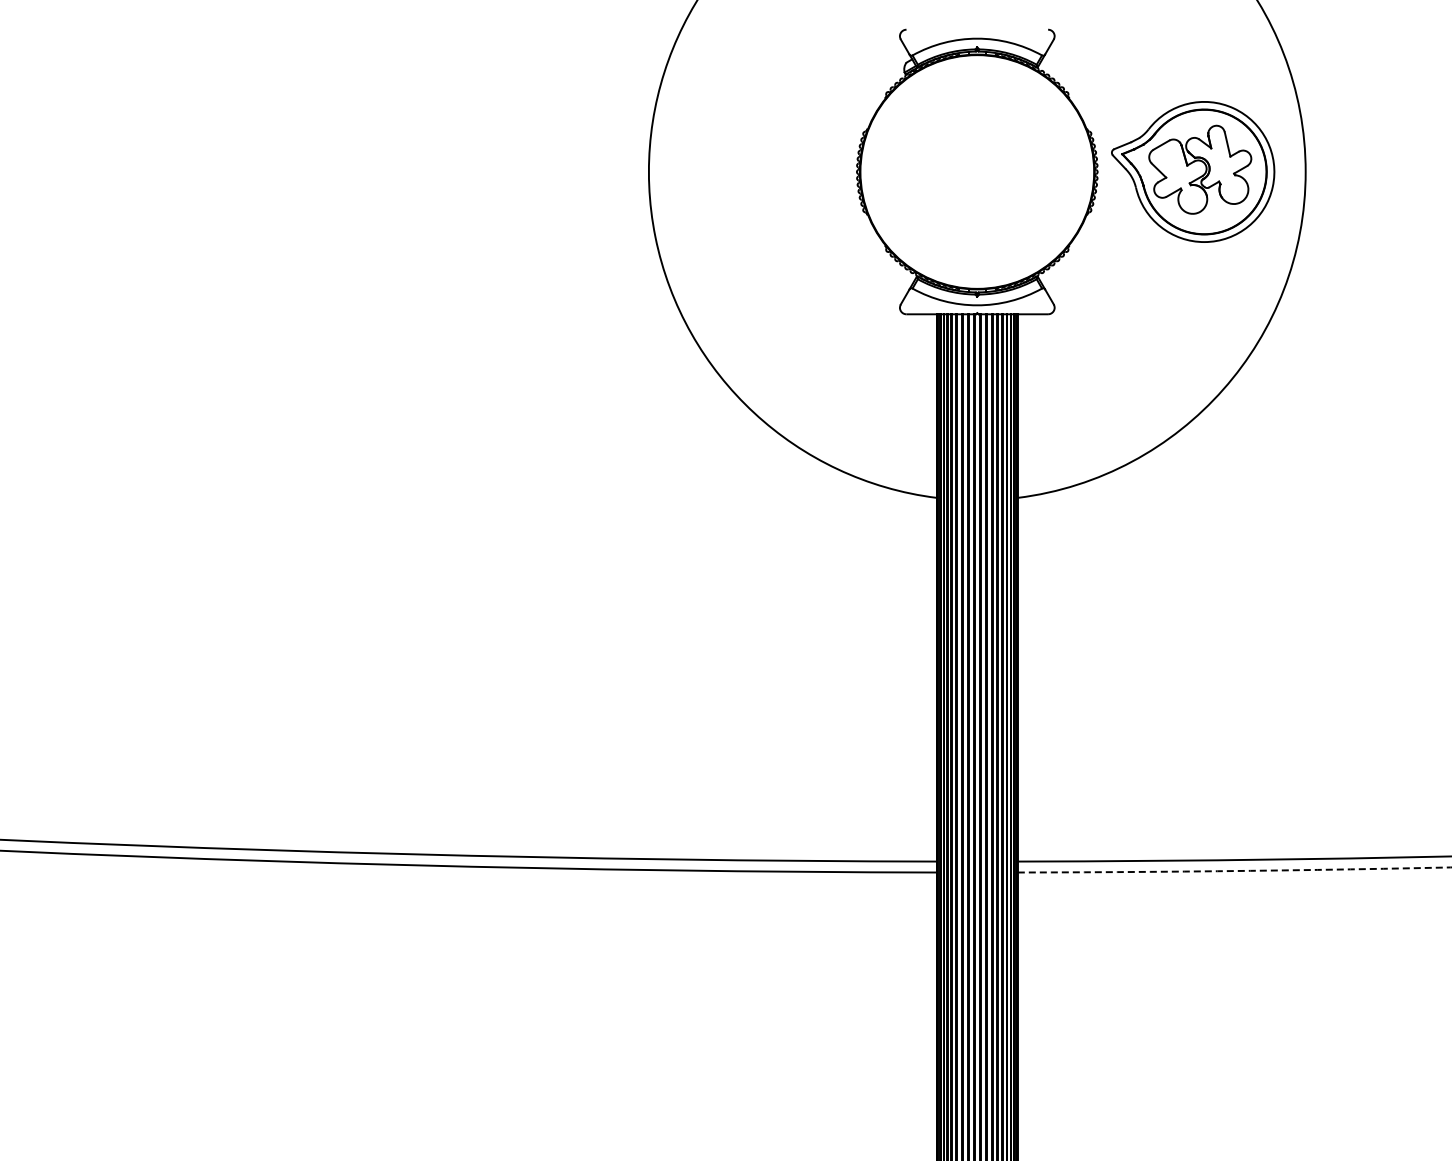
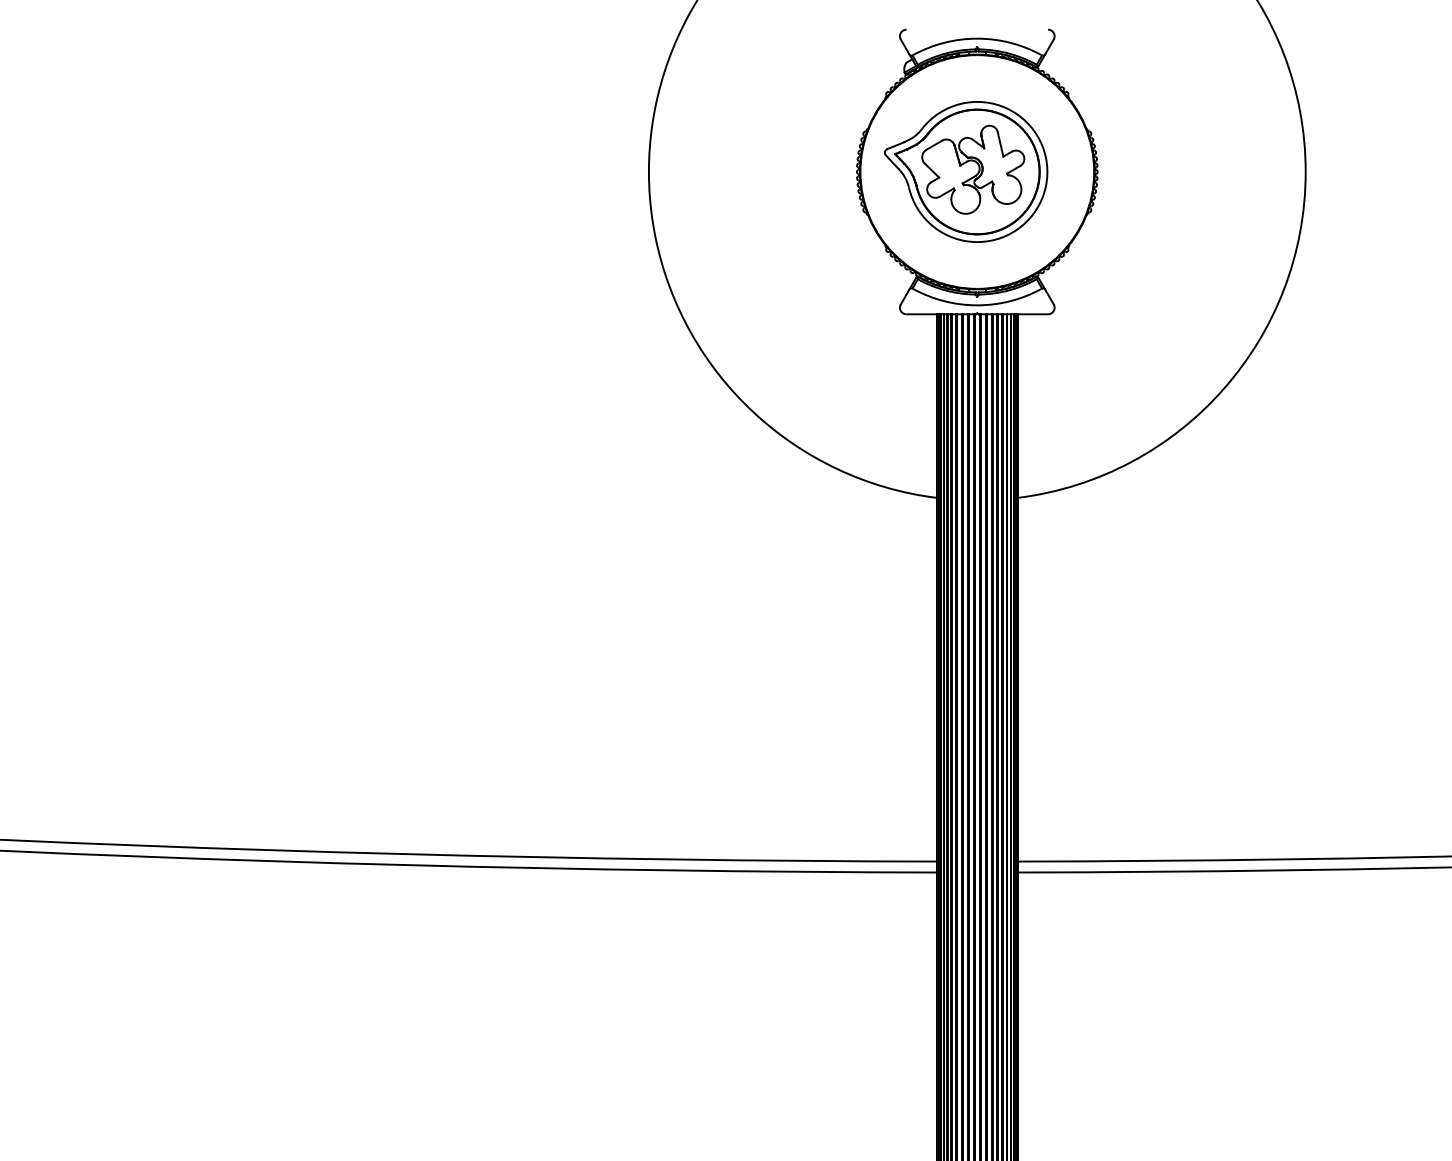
part at (1193, 171) position: (1193, 171) -> (966, 171)
arc at (1235, 870): dashed -> solid
